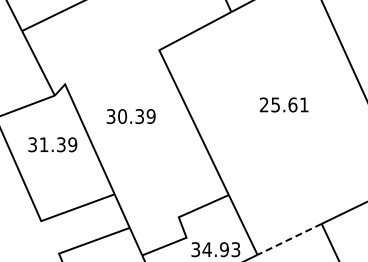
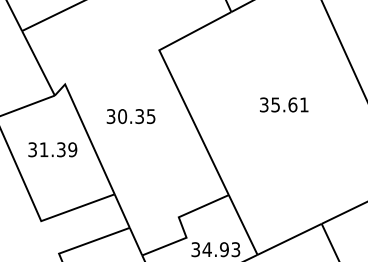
text at (264, 105): 25.61 -> 35.61
text at (150, 116): 30.39 -> 30.35
text at (52, 144) position: (52, 144) -> (52, 149)
line at (289, 239): dashed -> solid
